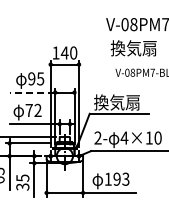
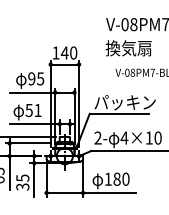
text at (133, 48) position: (133, 48) -> (128, 48)
line at (32, 92): dashed -> solid
text at (124, 102): 換気扇 -> パッキン
text at (33, 110): 72 -> 51
text at (121, 178): 193 -> 180
